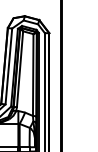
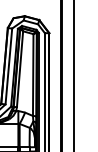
line at (74, 75): none -> present
